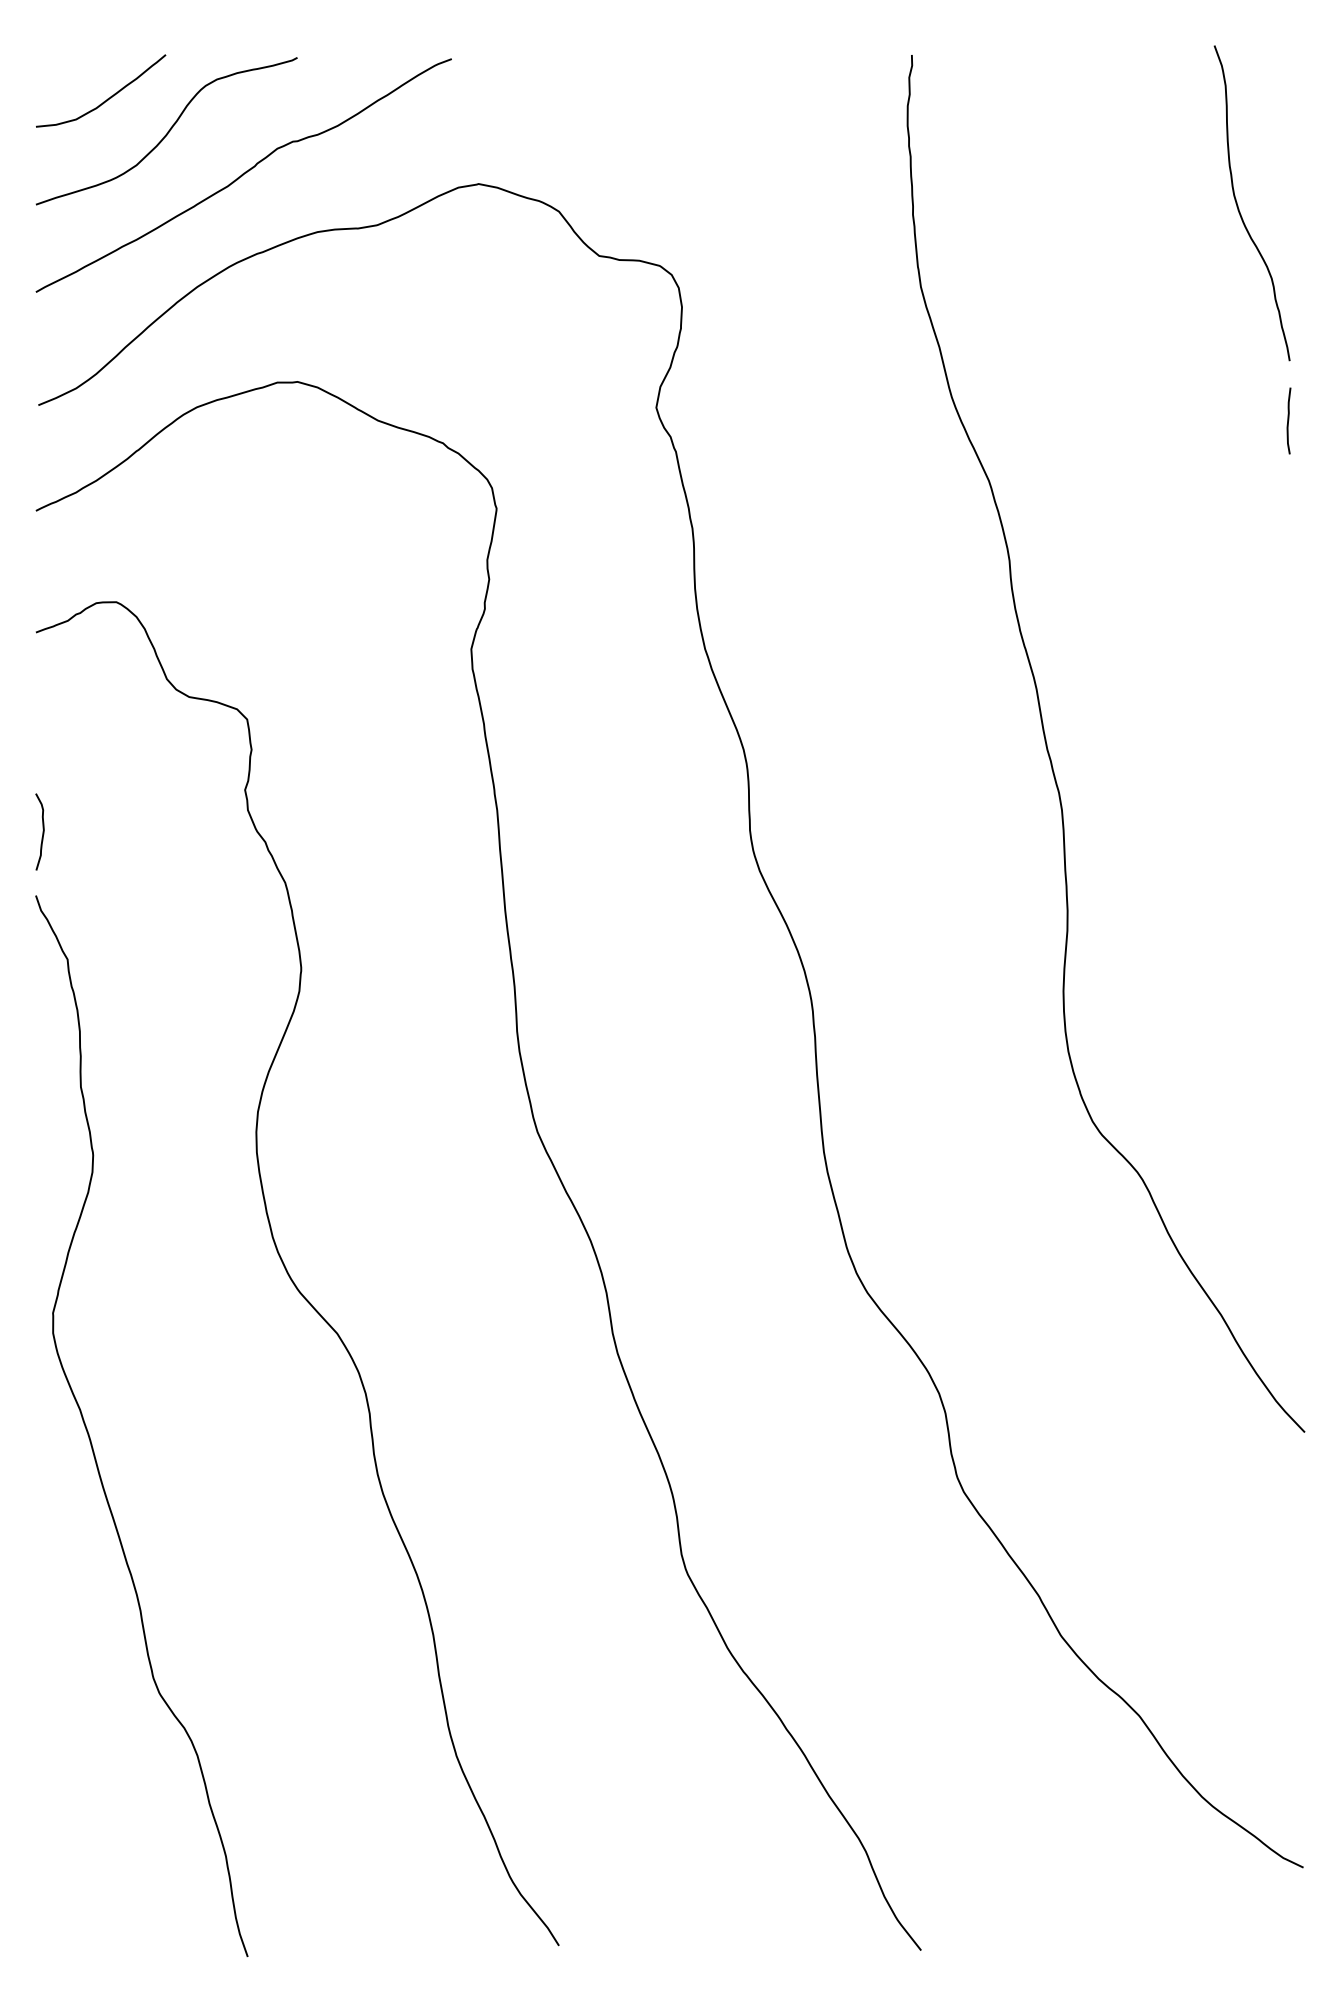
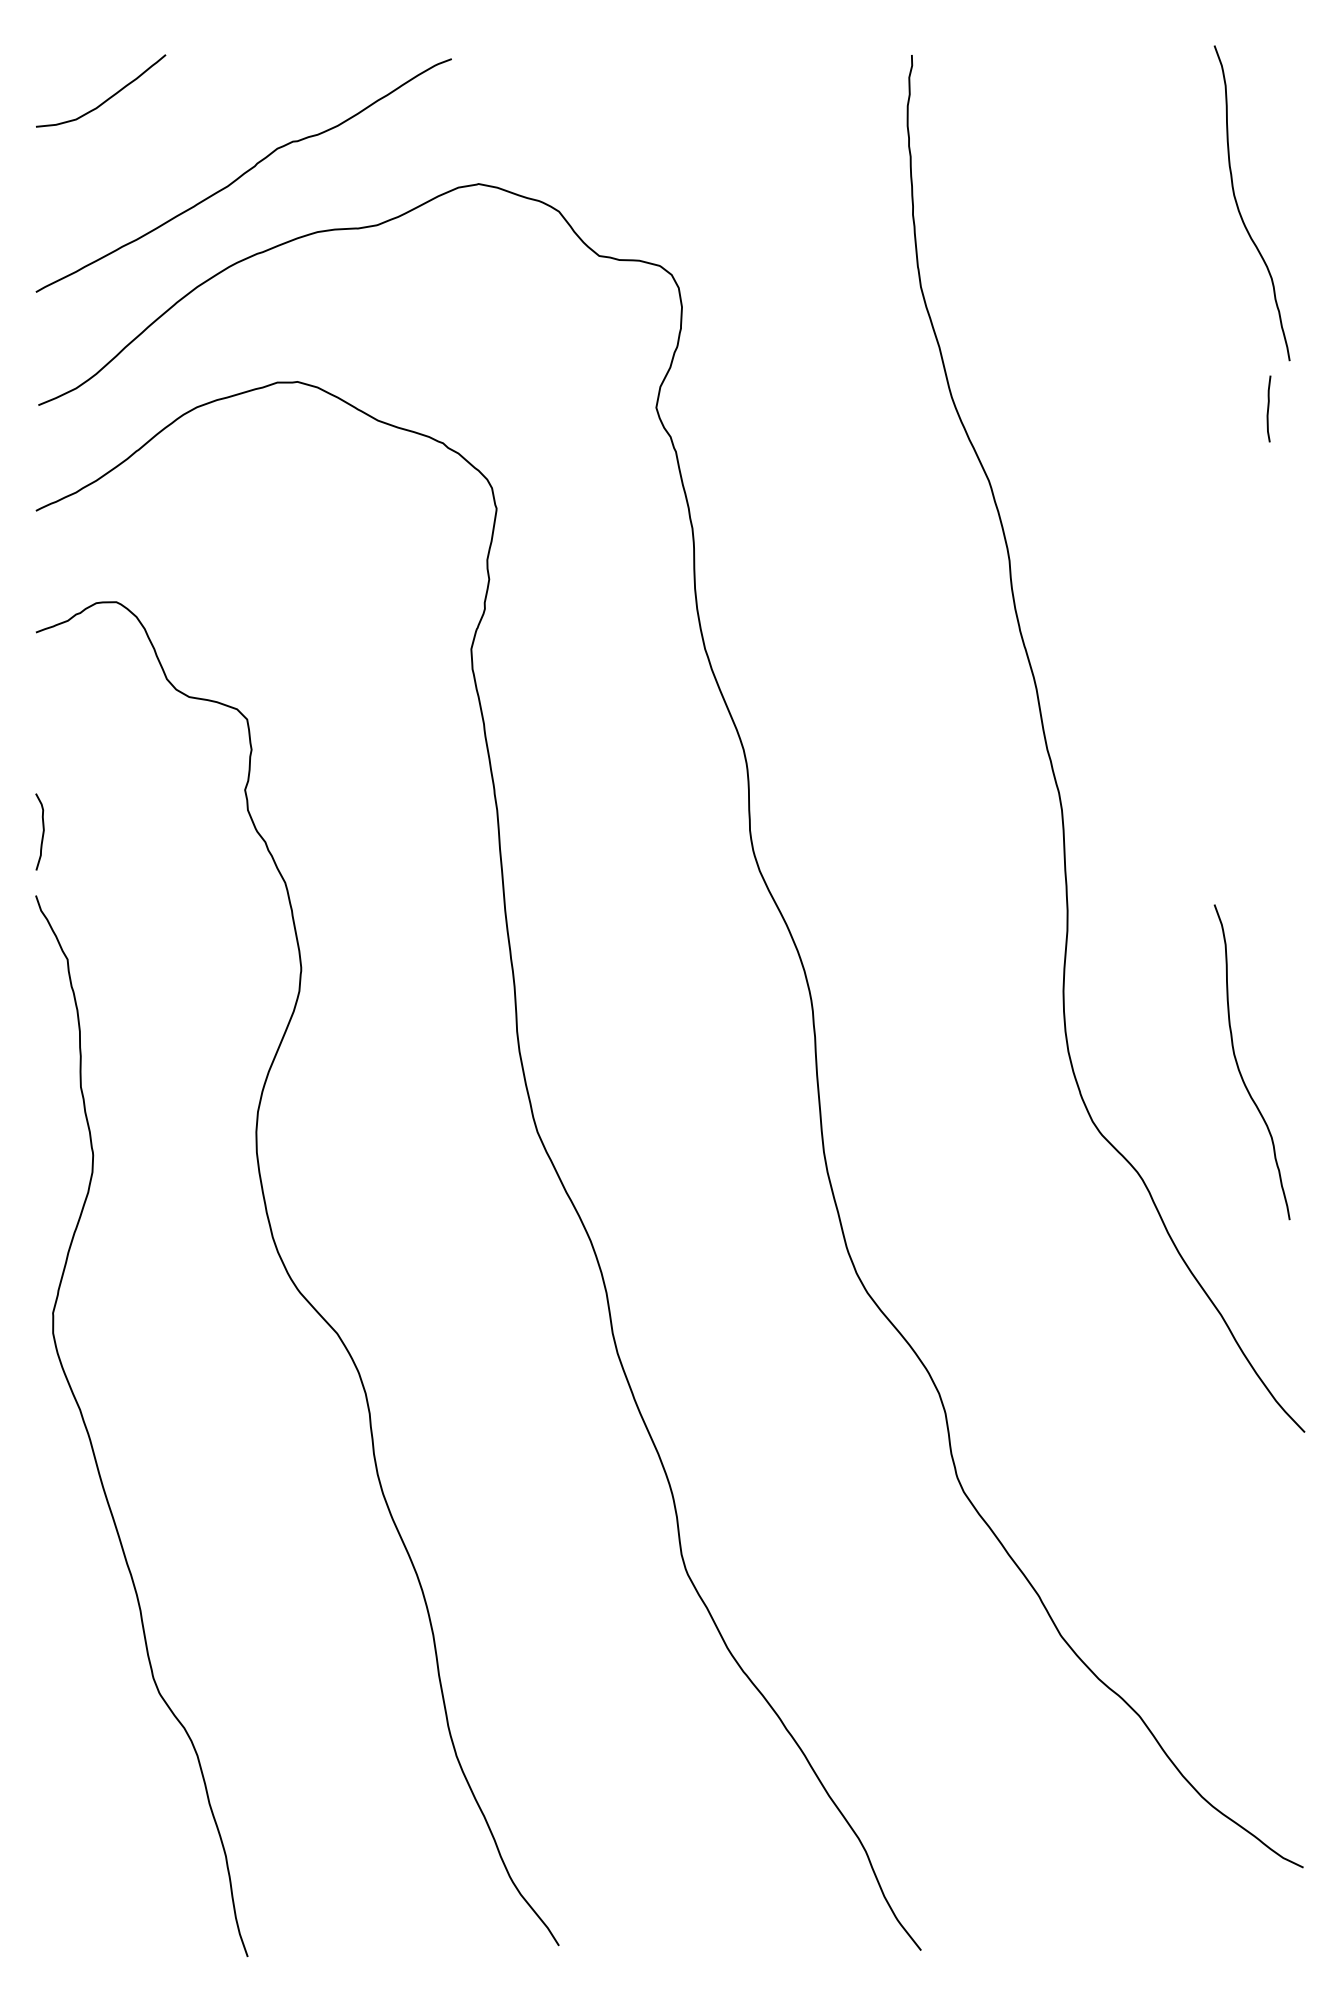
curve at (167, 131): present -> none
curve at (1288, 420) position: (1288, 420) -> (1268, 408)
curve at (1239, 1067): none -> present
